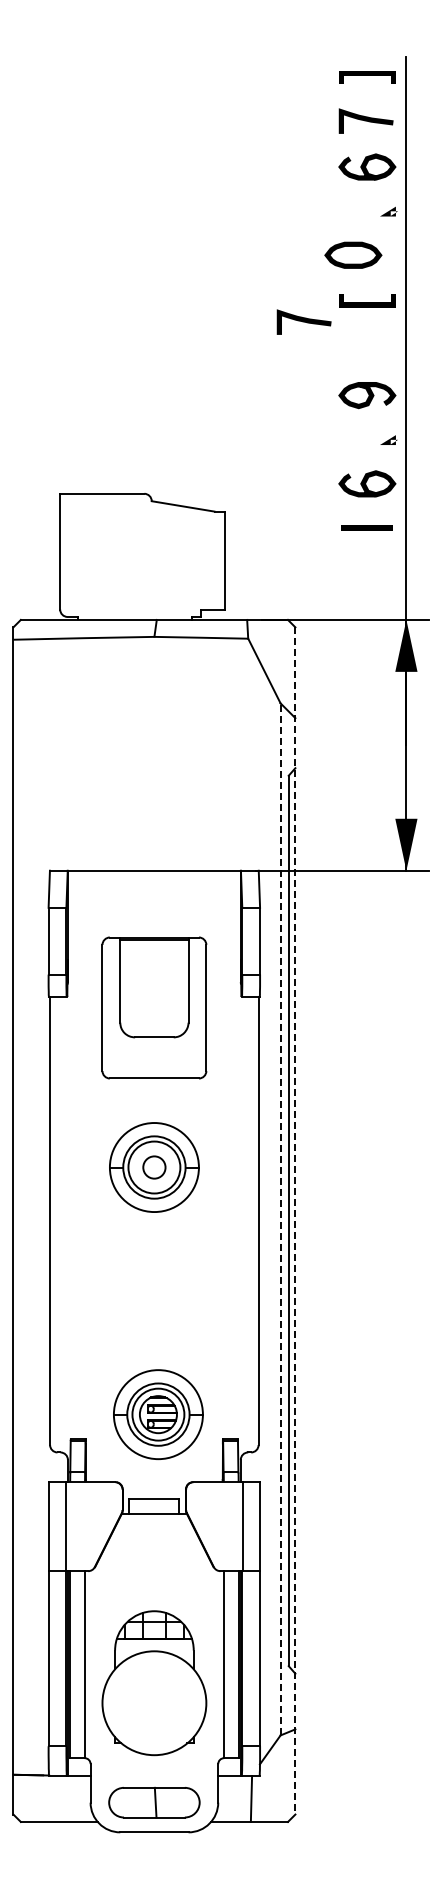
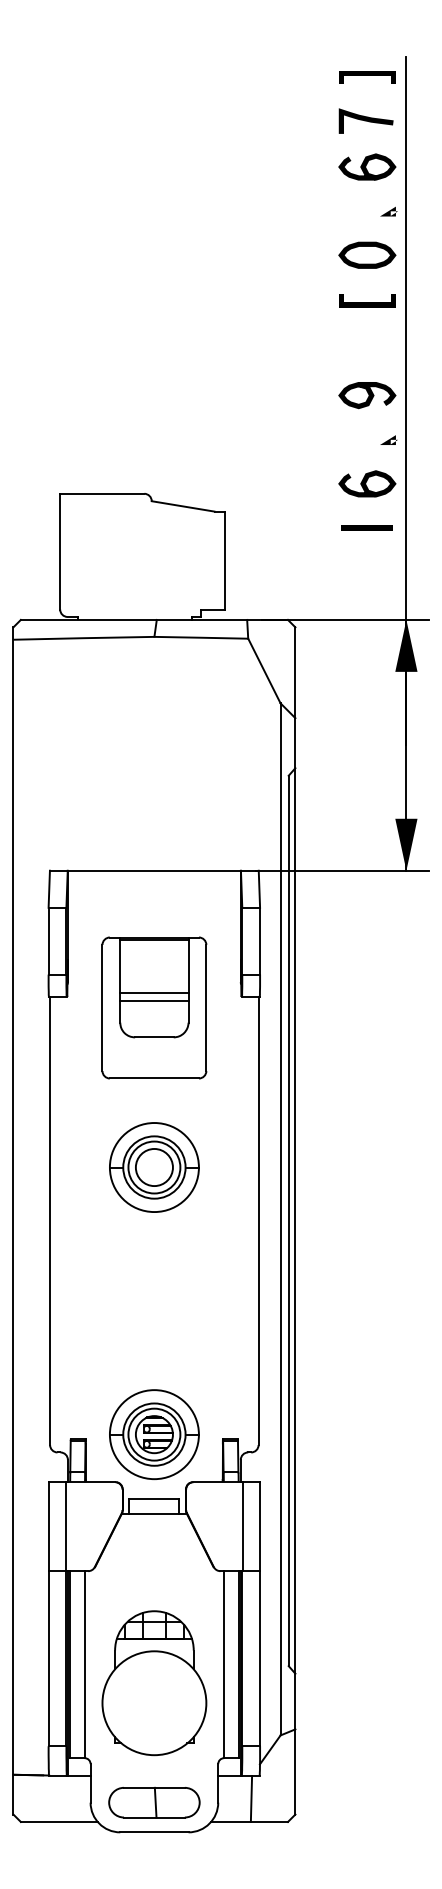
part at (353, 254) position: (353, 254) -> (367, 254)
curve at (303, 321): present -> none
line at (154, 993): none -> present
line at (154, 1000): none -> present
circle at (154, 1167) diameter: 22 px -> 37 px
line at (280, 1218): dashed -> solid
line at (295, 1220): dashed -> solid
part at (158, 1414) position: (158, 1414) -> (154, 1434)
